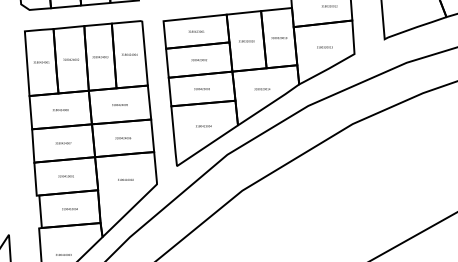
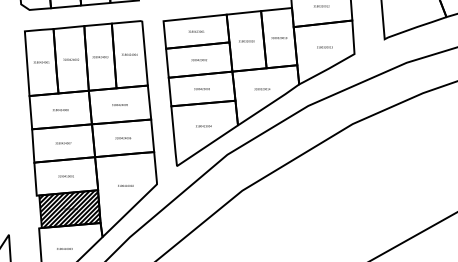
text at (329, 6) position: (329, 6) -> (321, 6)
text at (125, 179) position: (125, 179) -> (125, 185)
hatch at (69, 208): none -> present
text at (63, 254) position: (63, 254) -> (64, 248)
